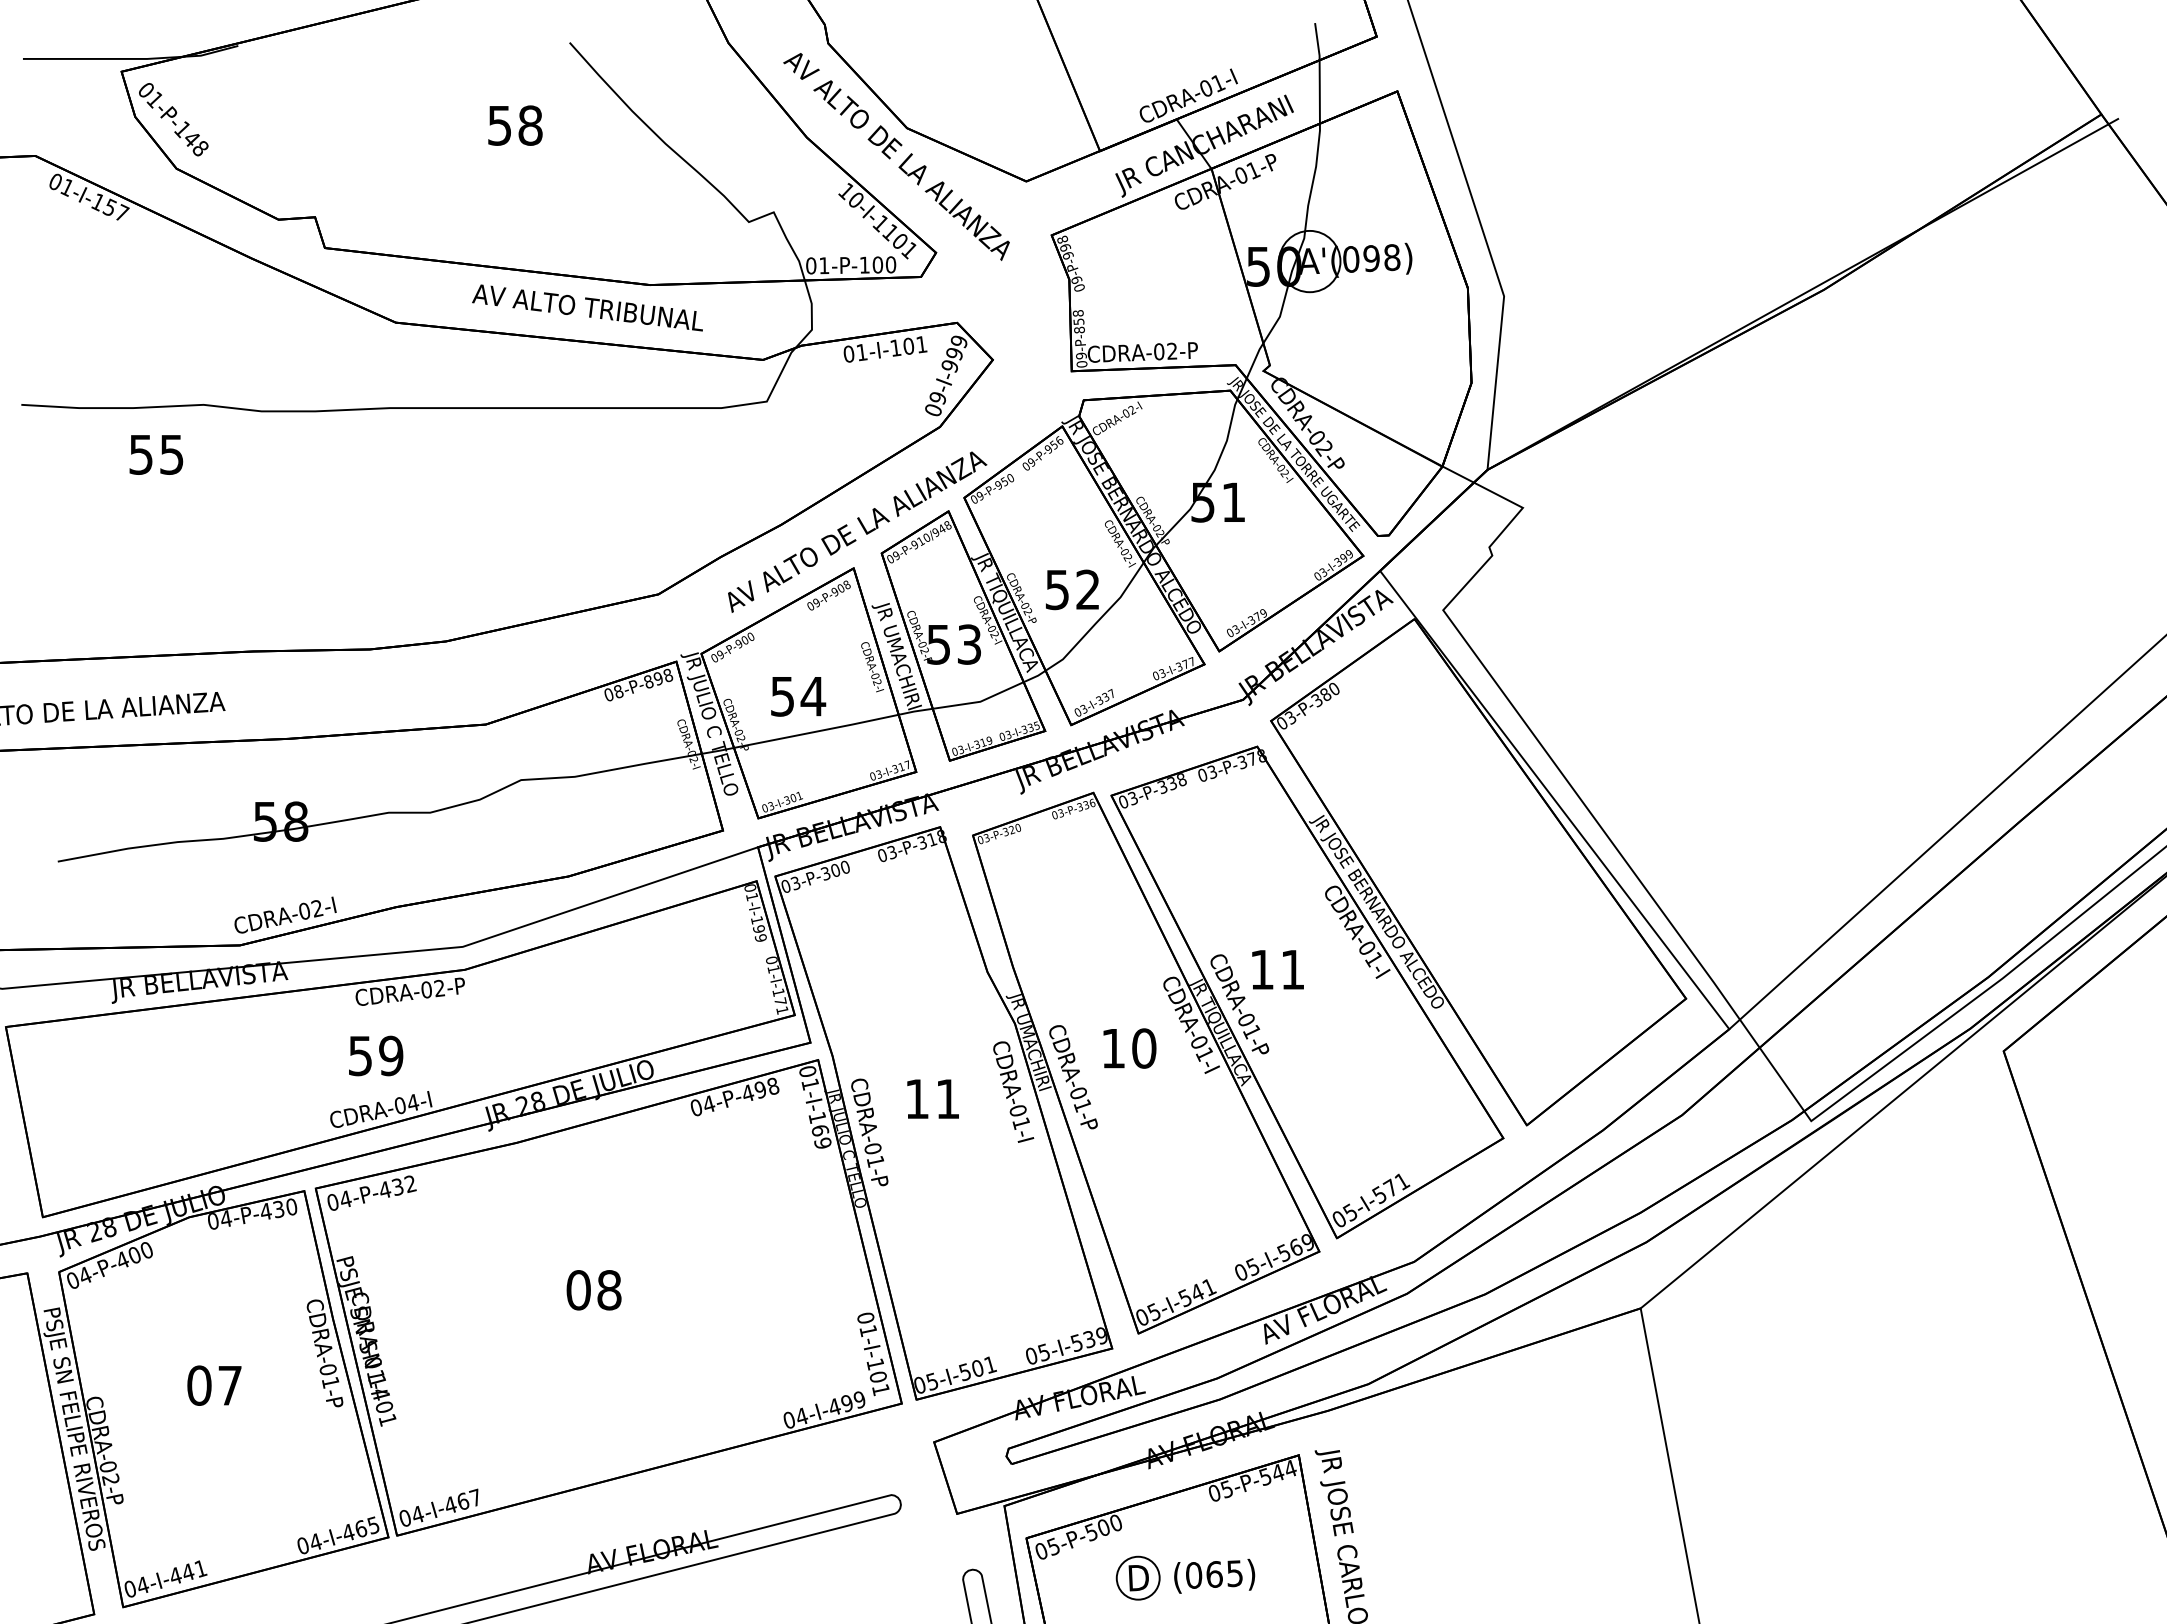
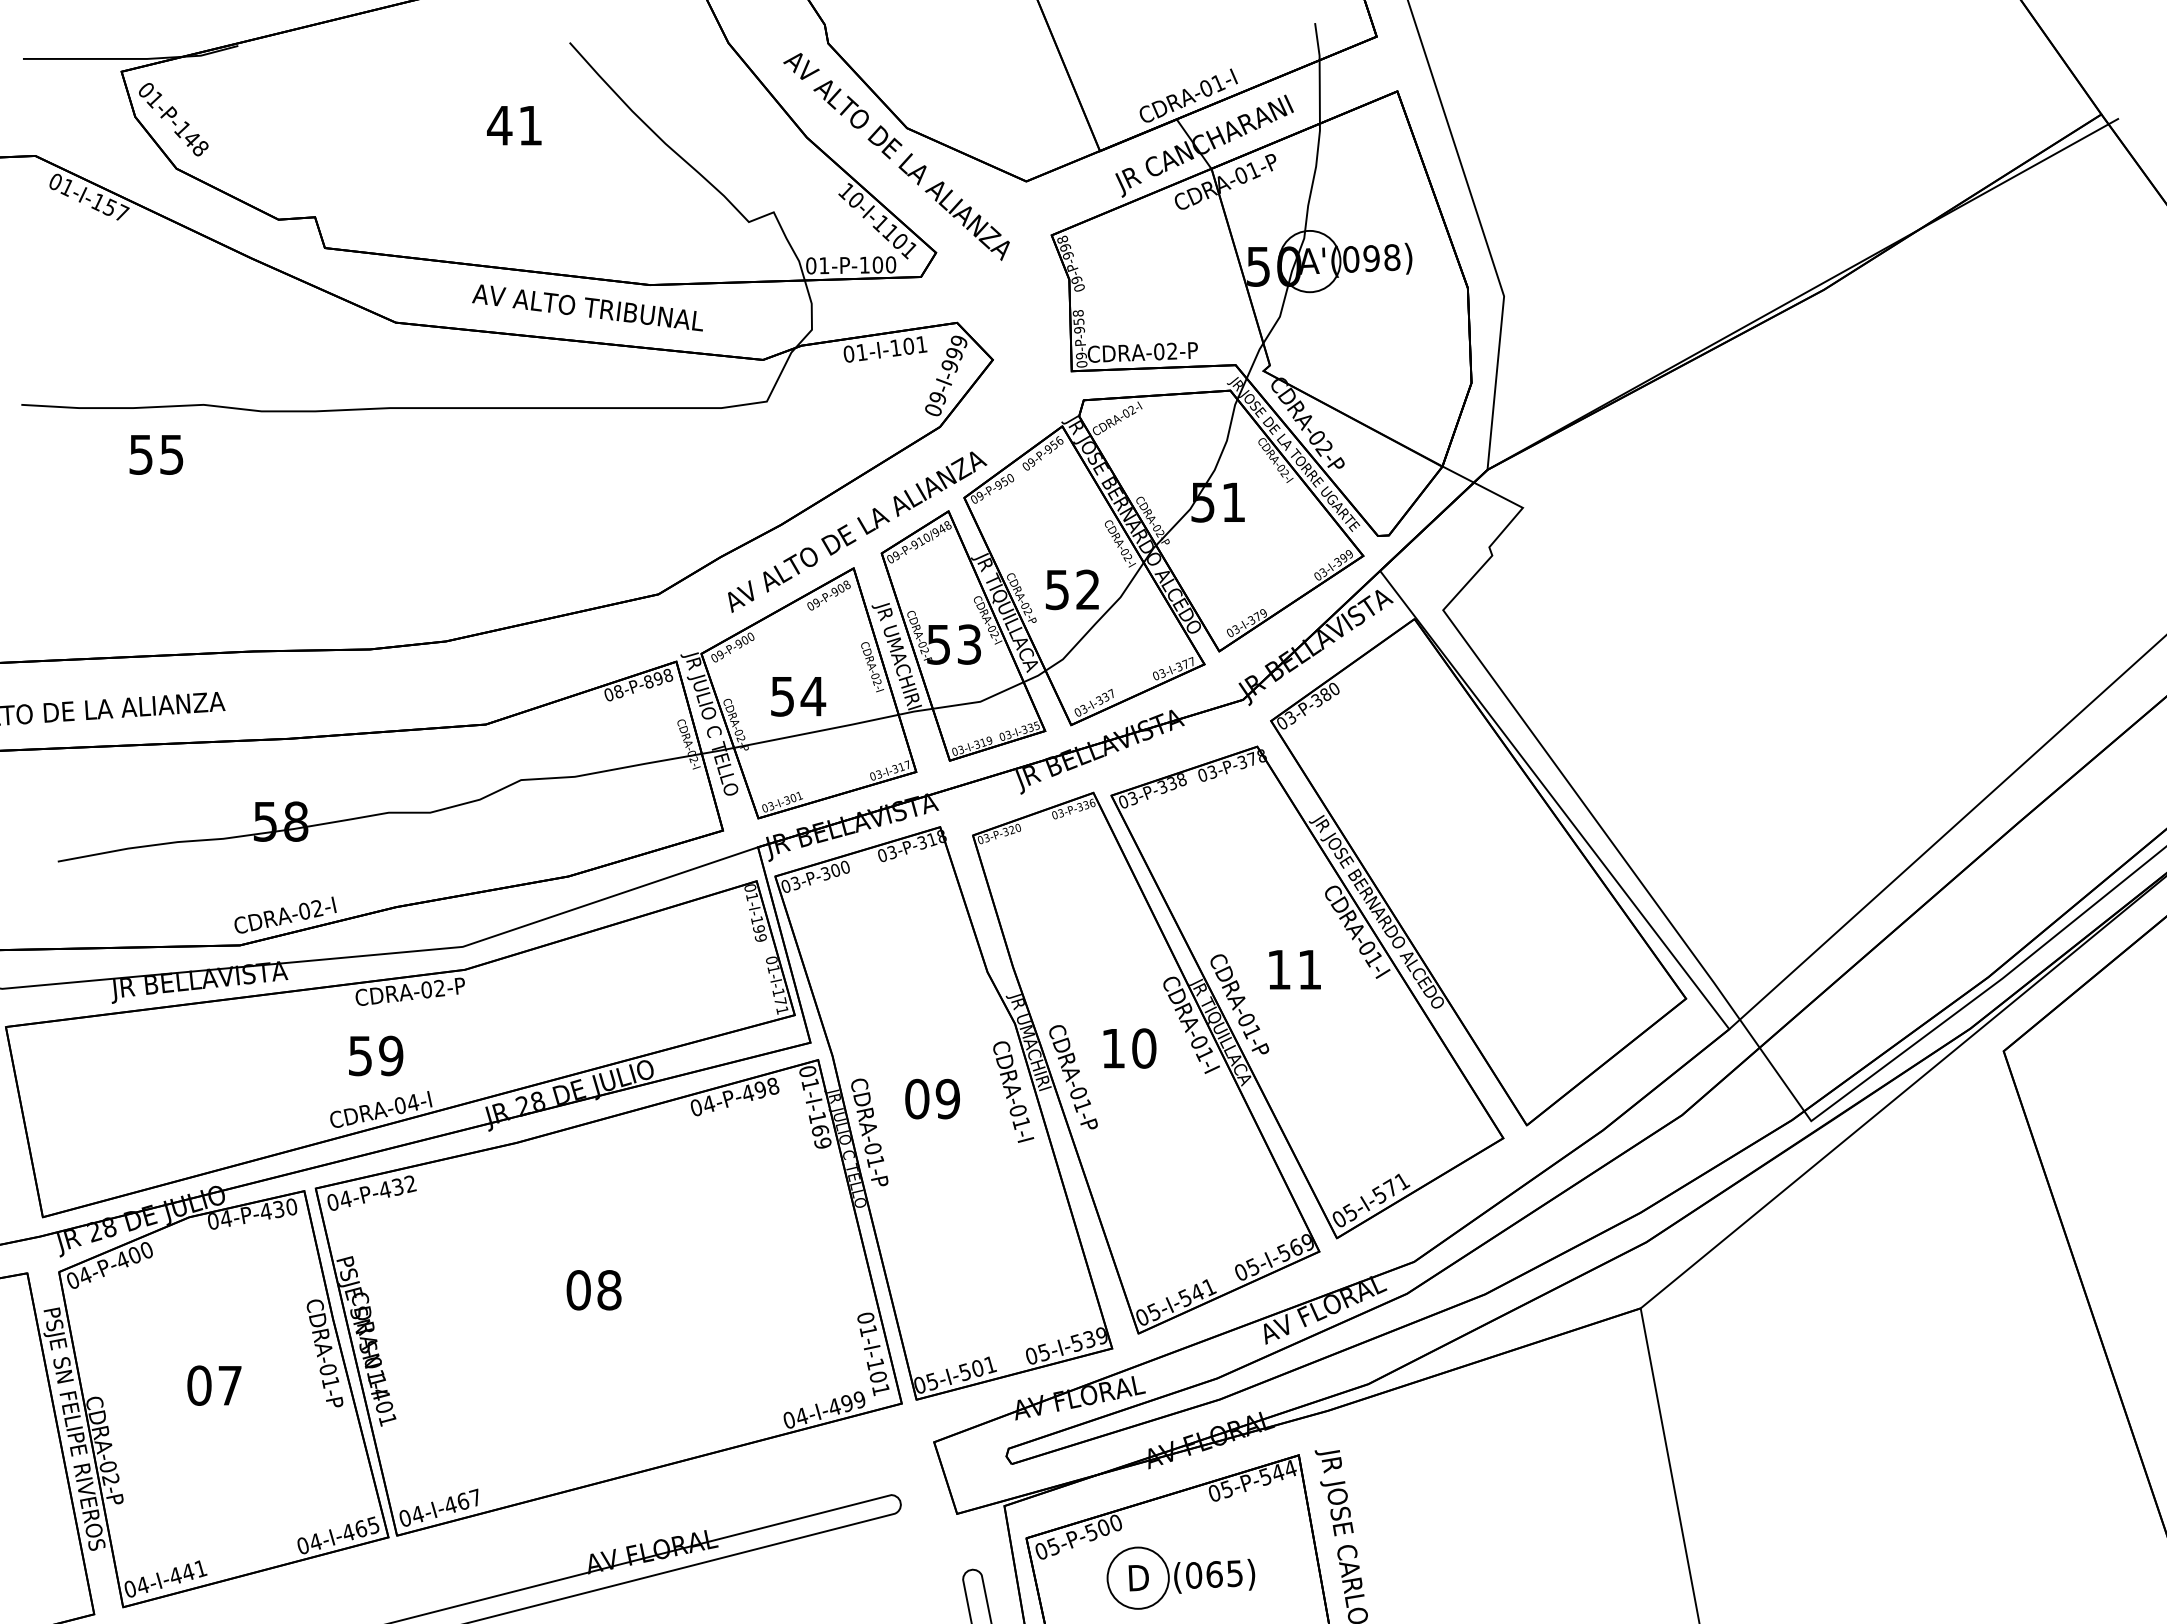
text at (514, 125): 58 -> 41
text at (1079, 329): 09-P-858 -> 09-P-958
text at (1277, 969) position: (1277, 969) -> (1294, 969)
text at (932, 1098): 11 -> 09
circle at (1137, 1577) diameter: 43 px -> 61 px
